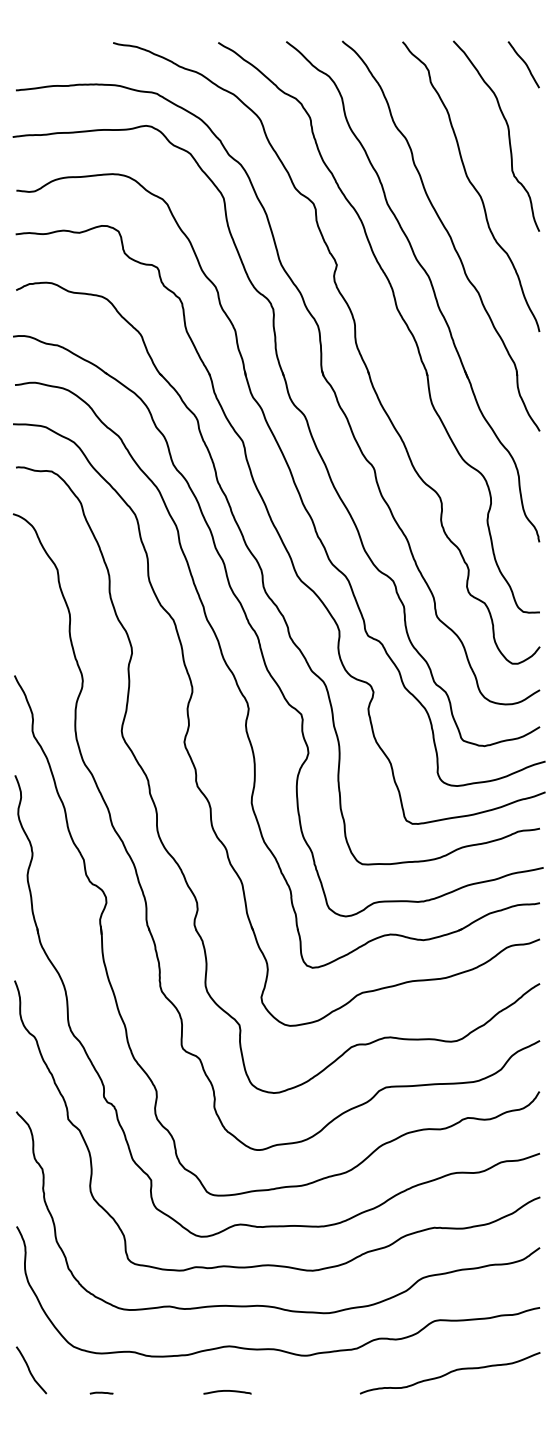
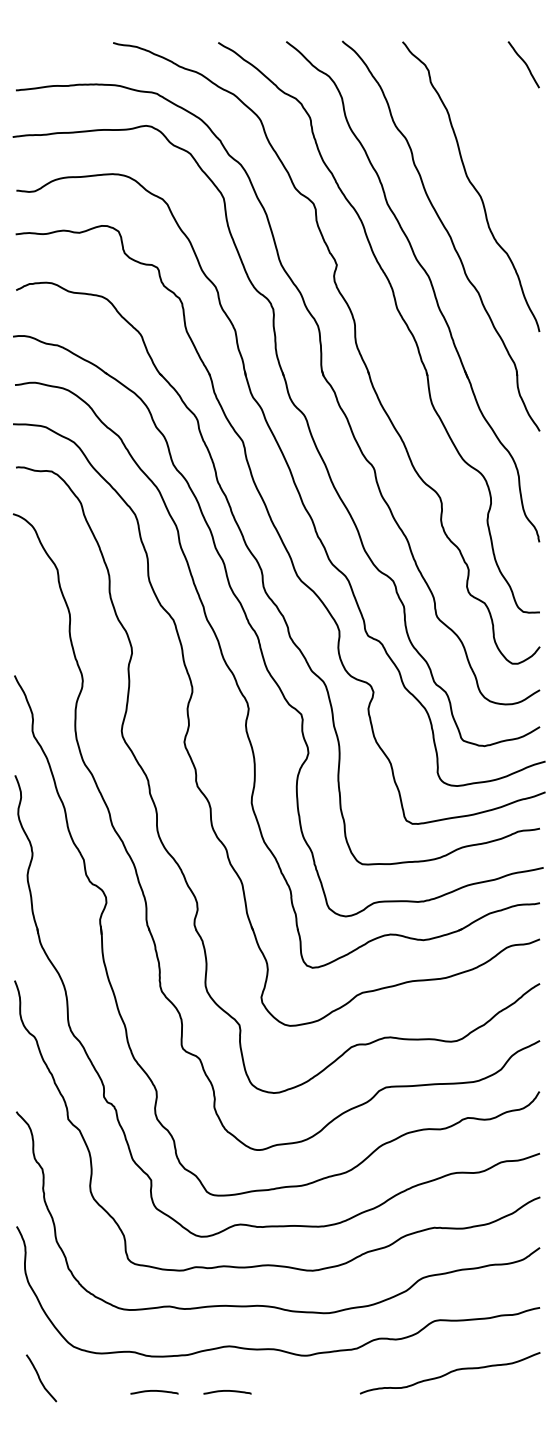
curve at (508, 135): present -> none
curve at (30, 1370) position: (30, 1370) -> (40, 1378)
curve at (154, 1391): none -> present
line at (101, 1392): present -> none
